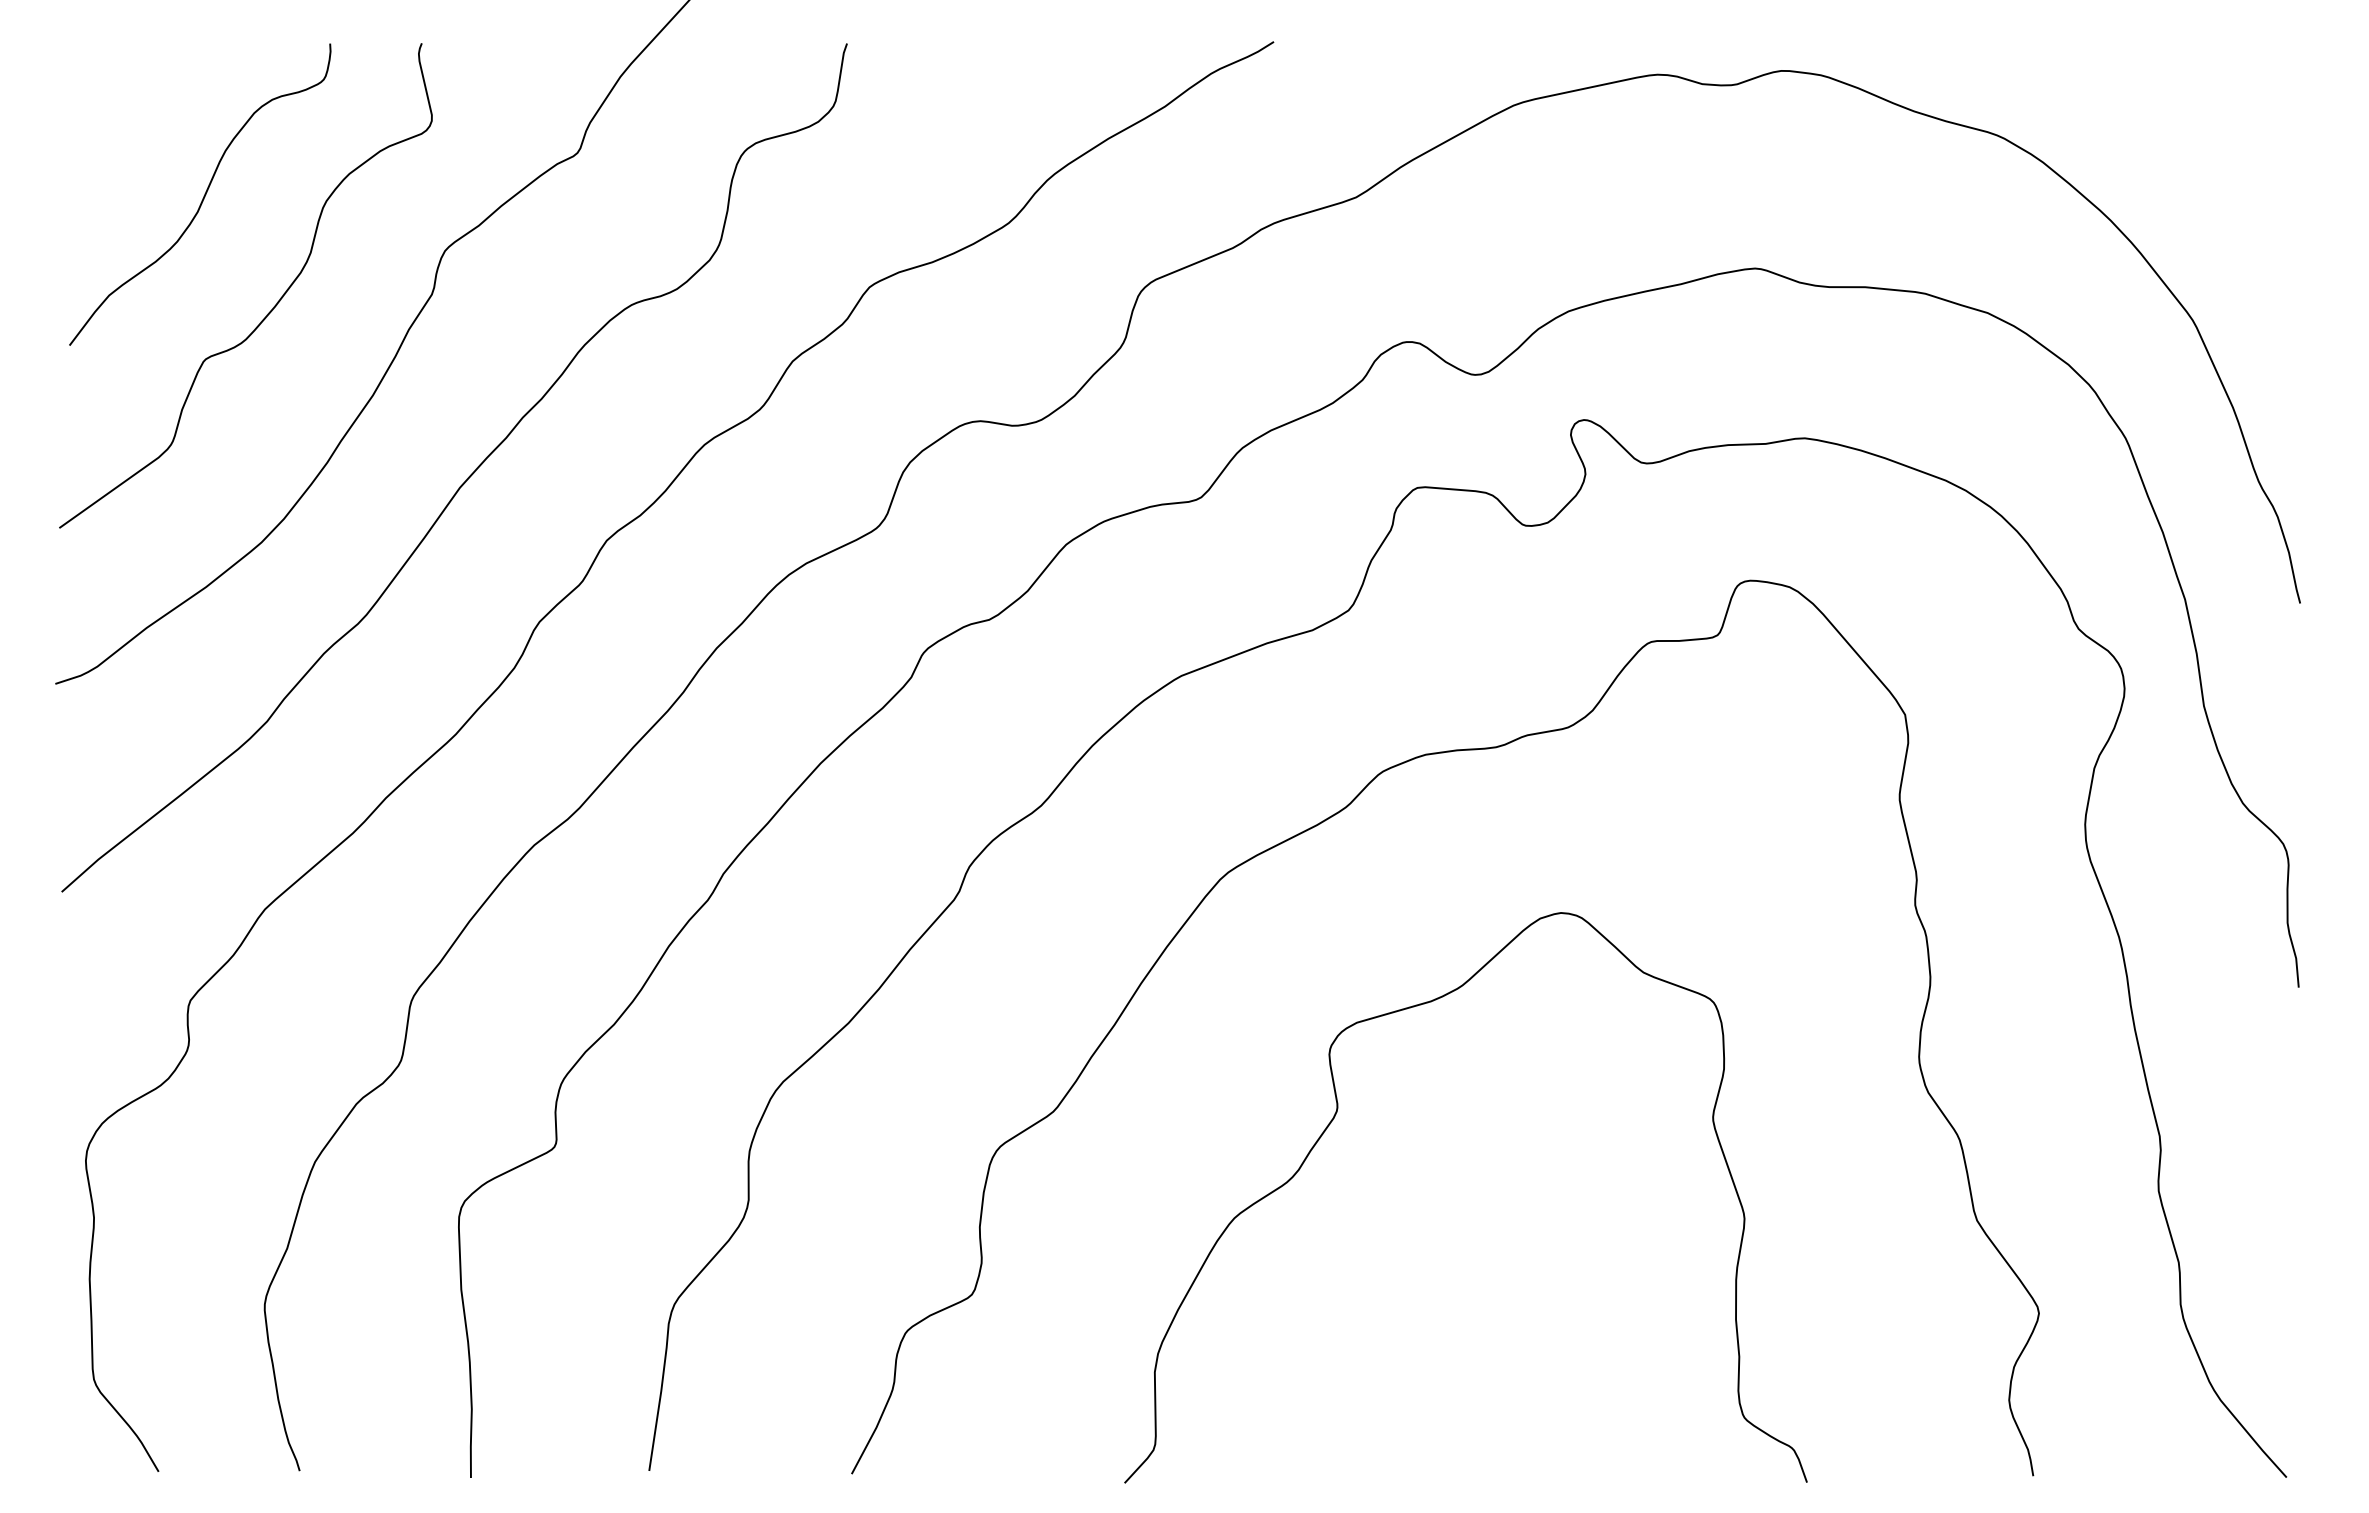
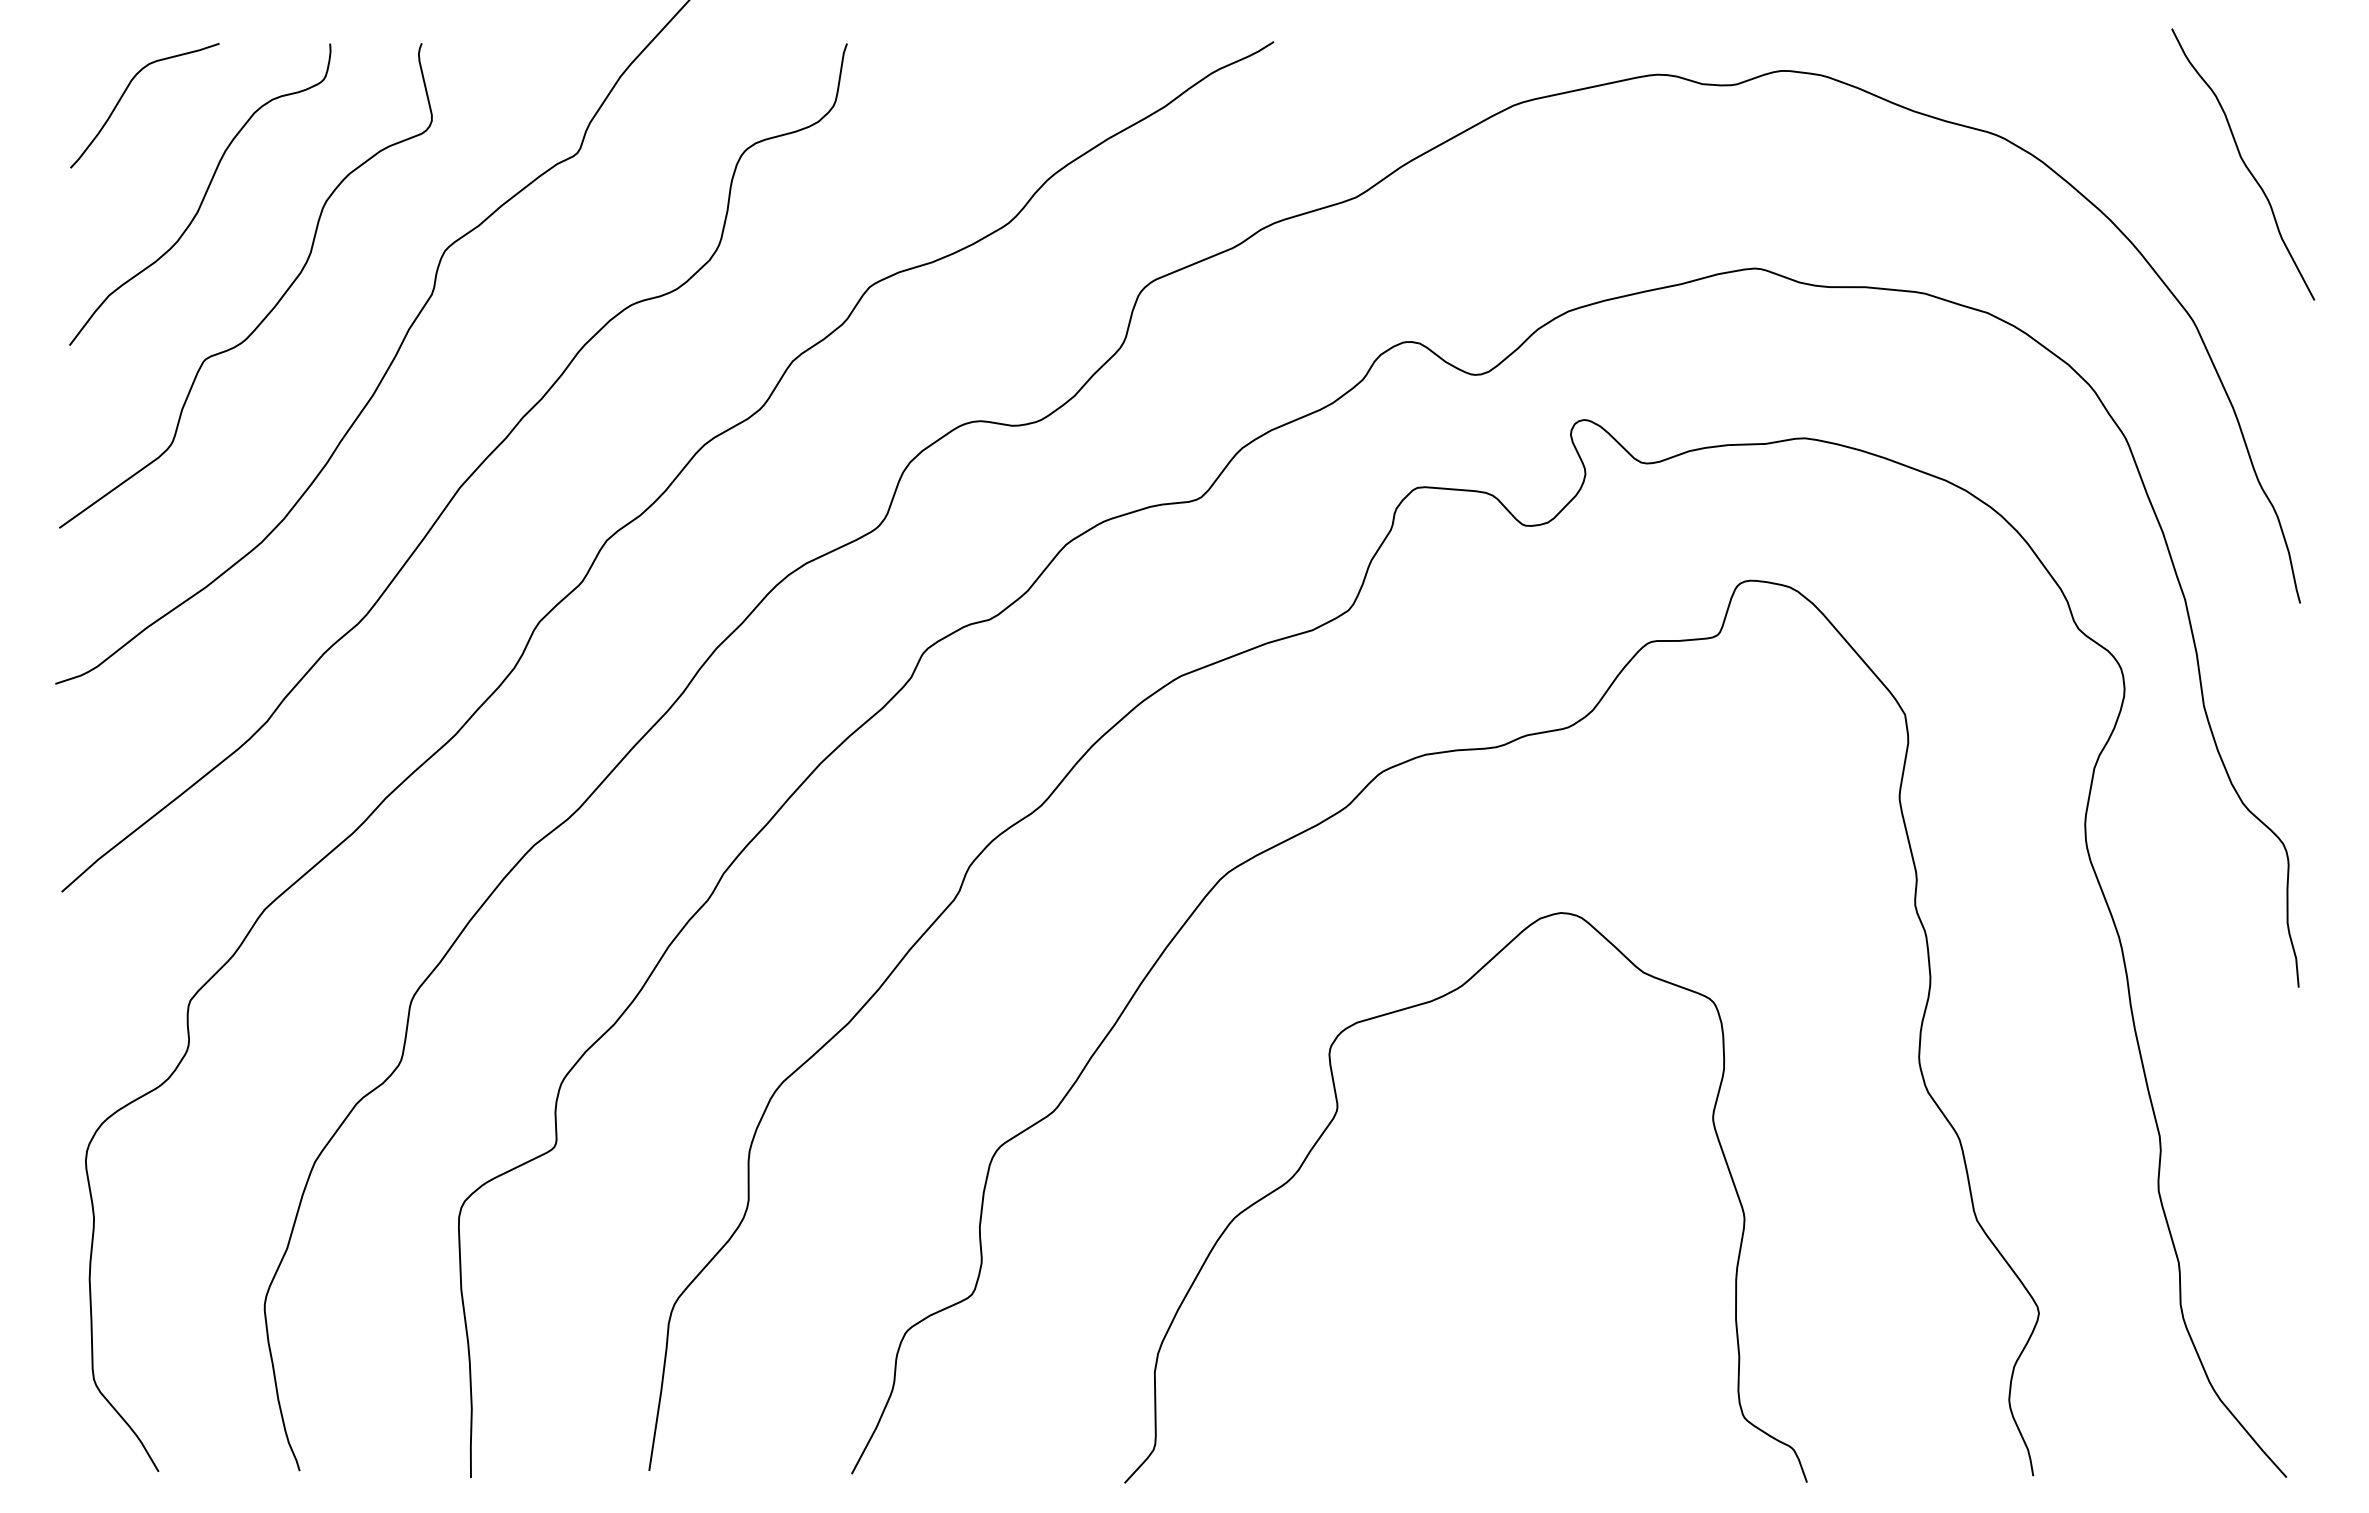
curve at (124, 94): none -> present
curve at (2243, 163): none -> present
